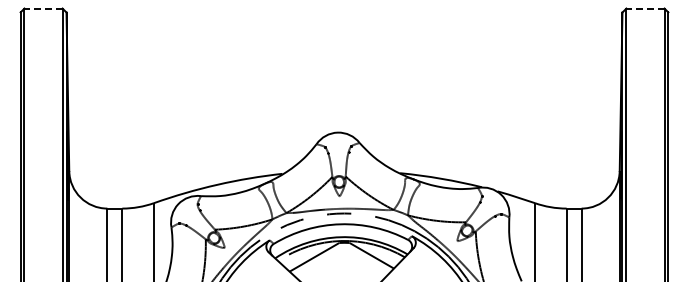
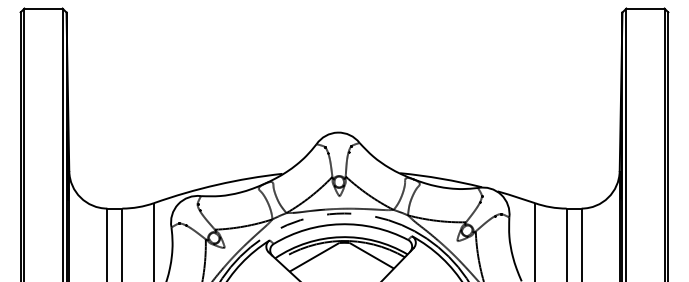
line at (43, 8): dashed -> solid
line at (644, 8): dashed -> solid
